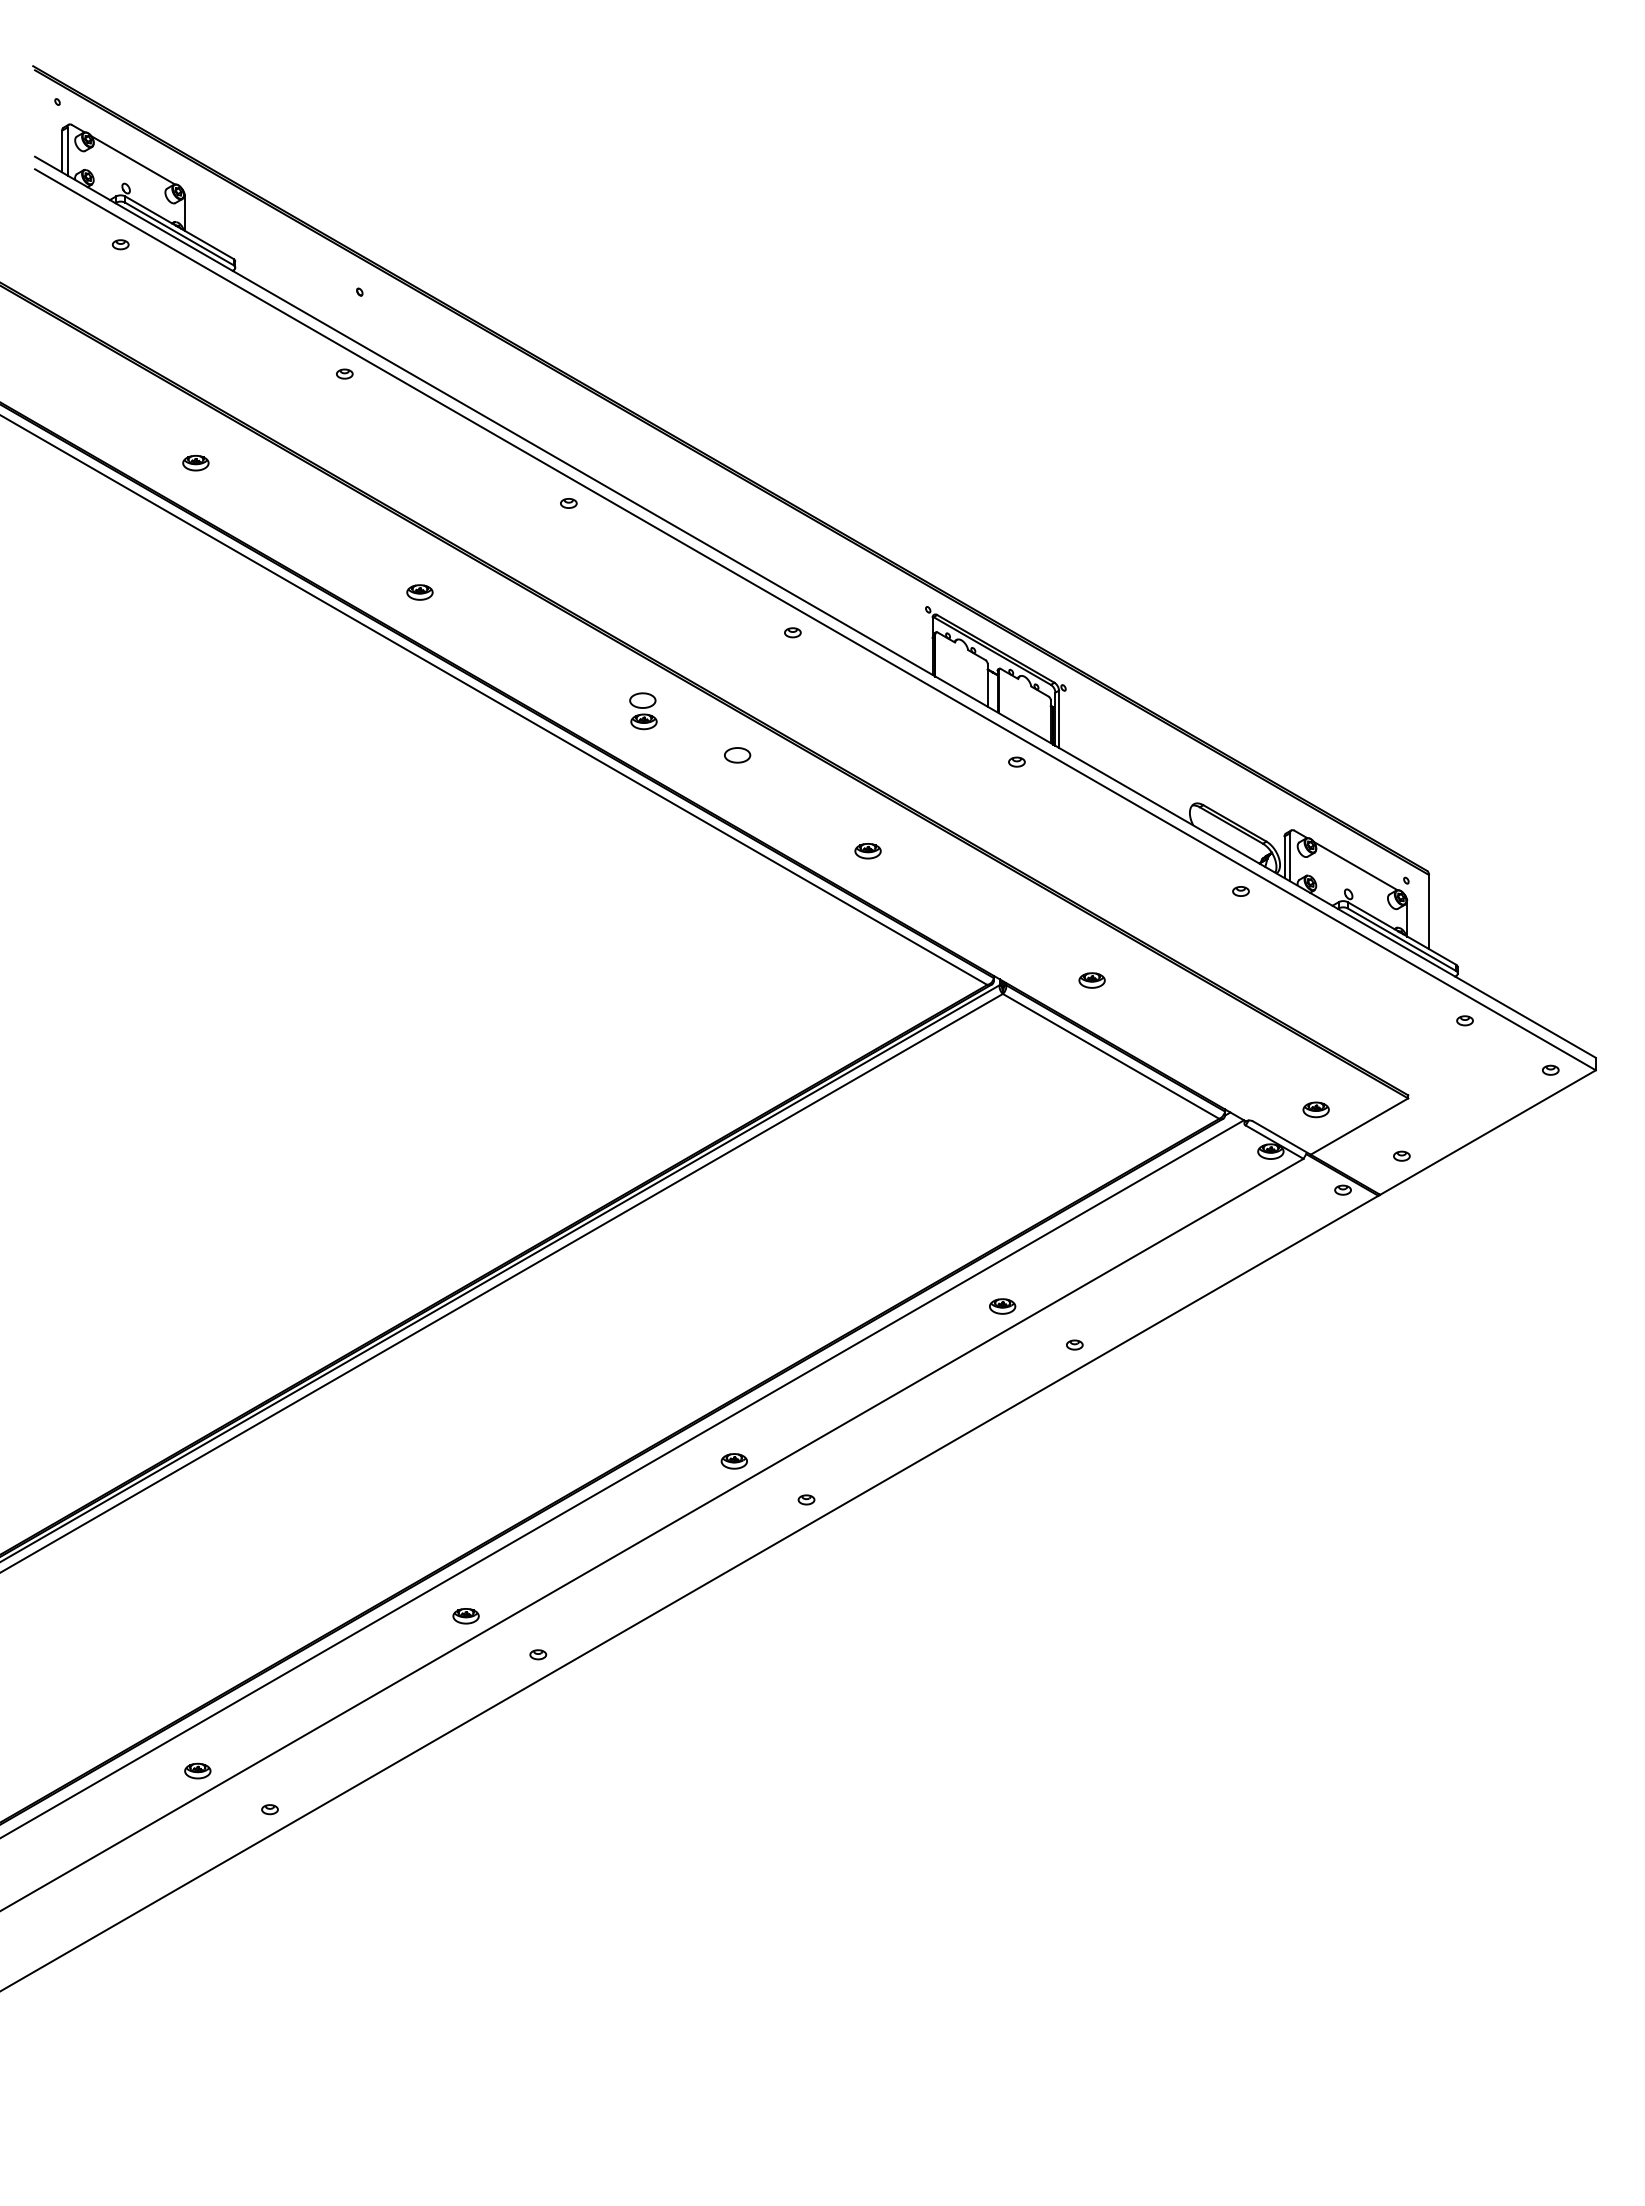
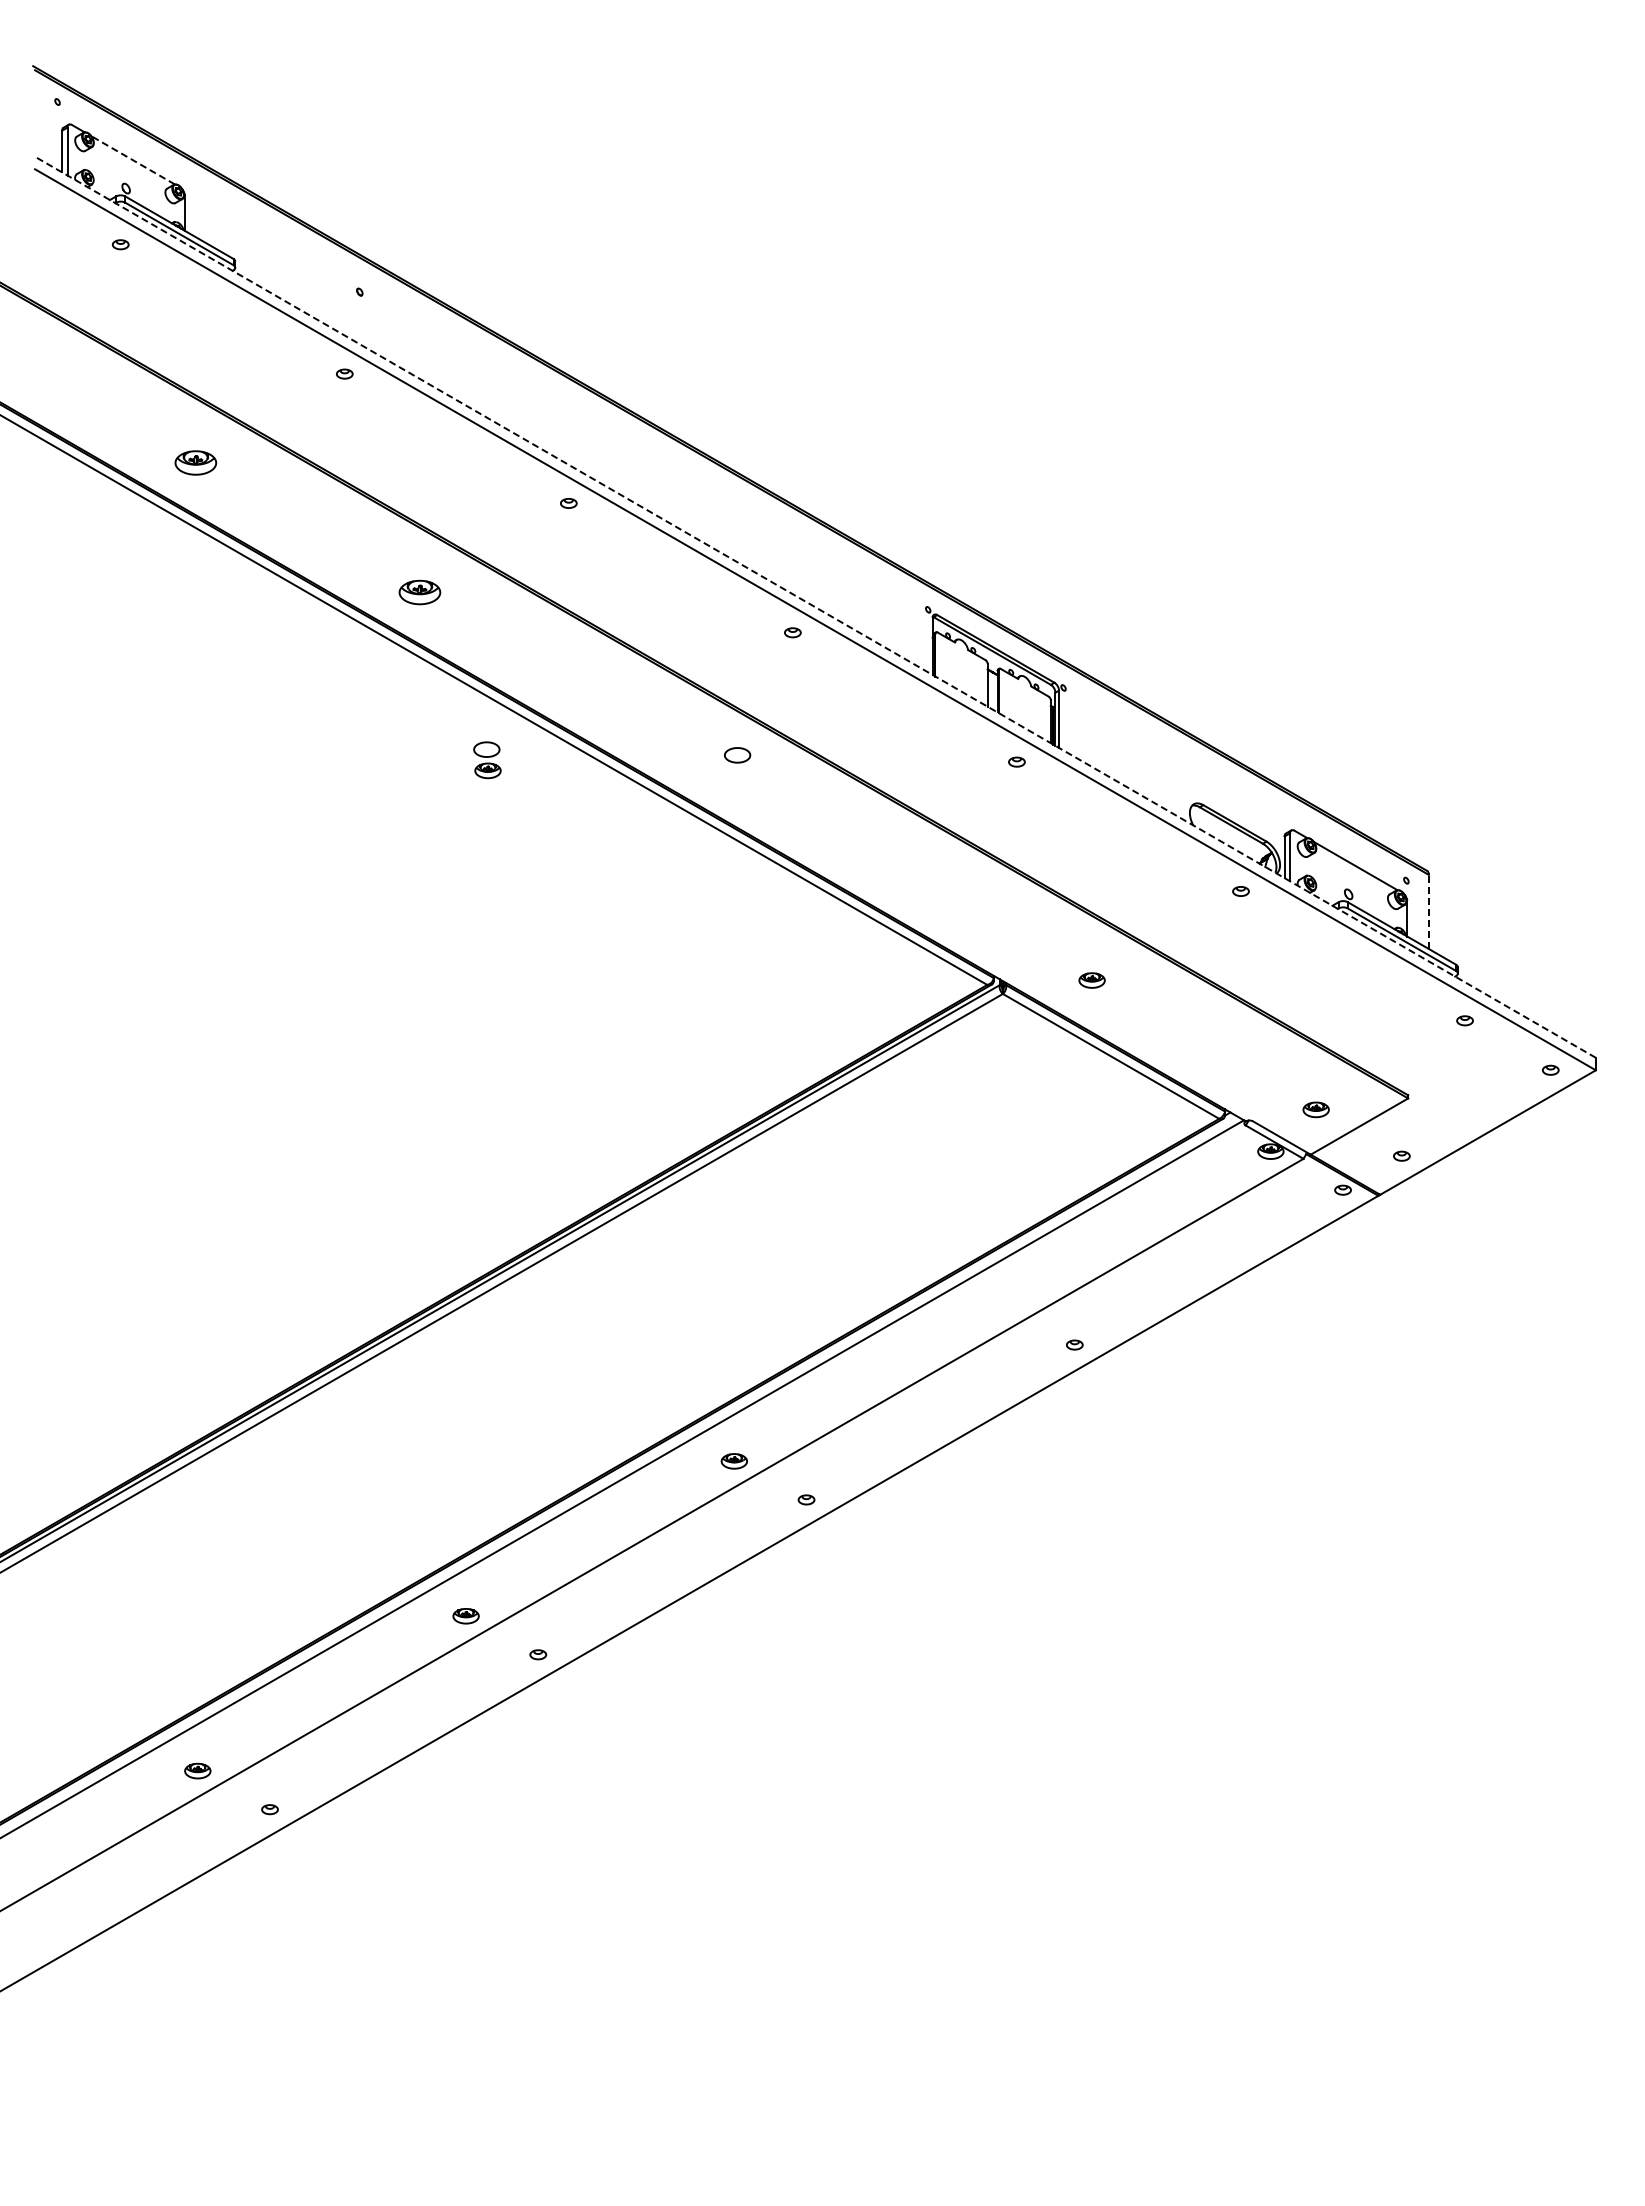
line at (132, 159): solid -> dashed
part at (195, 463) size: 28x17 px -> 44x26 px
part at (419, 592) size: 28x17 px -> 44x27 px
line at (815, 607): solid -> dashed
part at (643, 711) position: (643, 711) -> (487, 760)
part at (867, 851): present -> none
line at (1428, 911): solid -> dashed
part at (1002, 1306): present -> none
